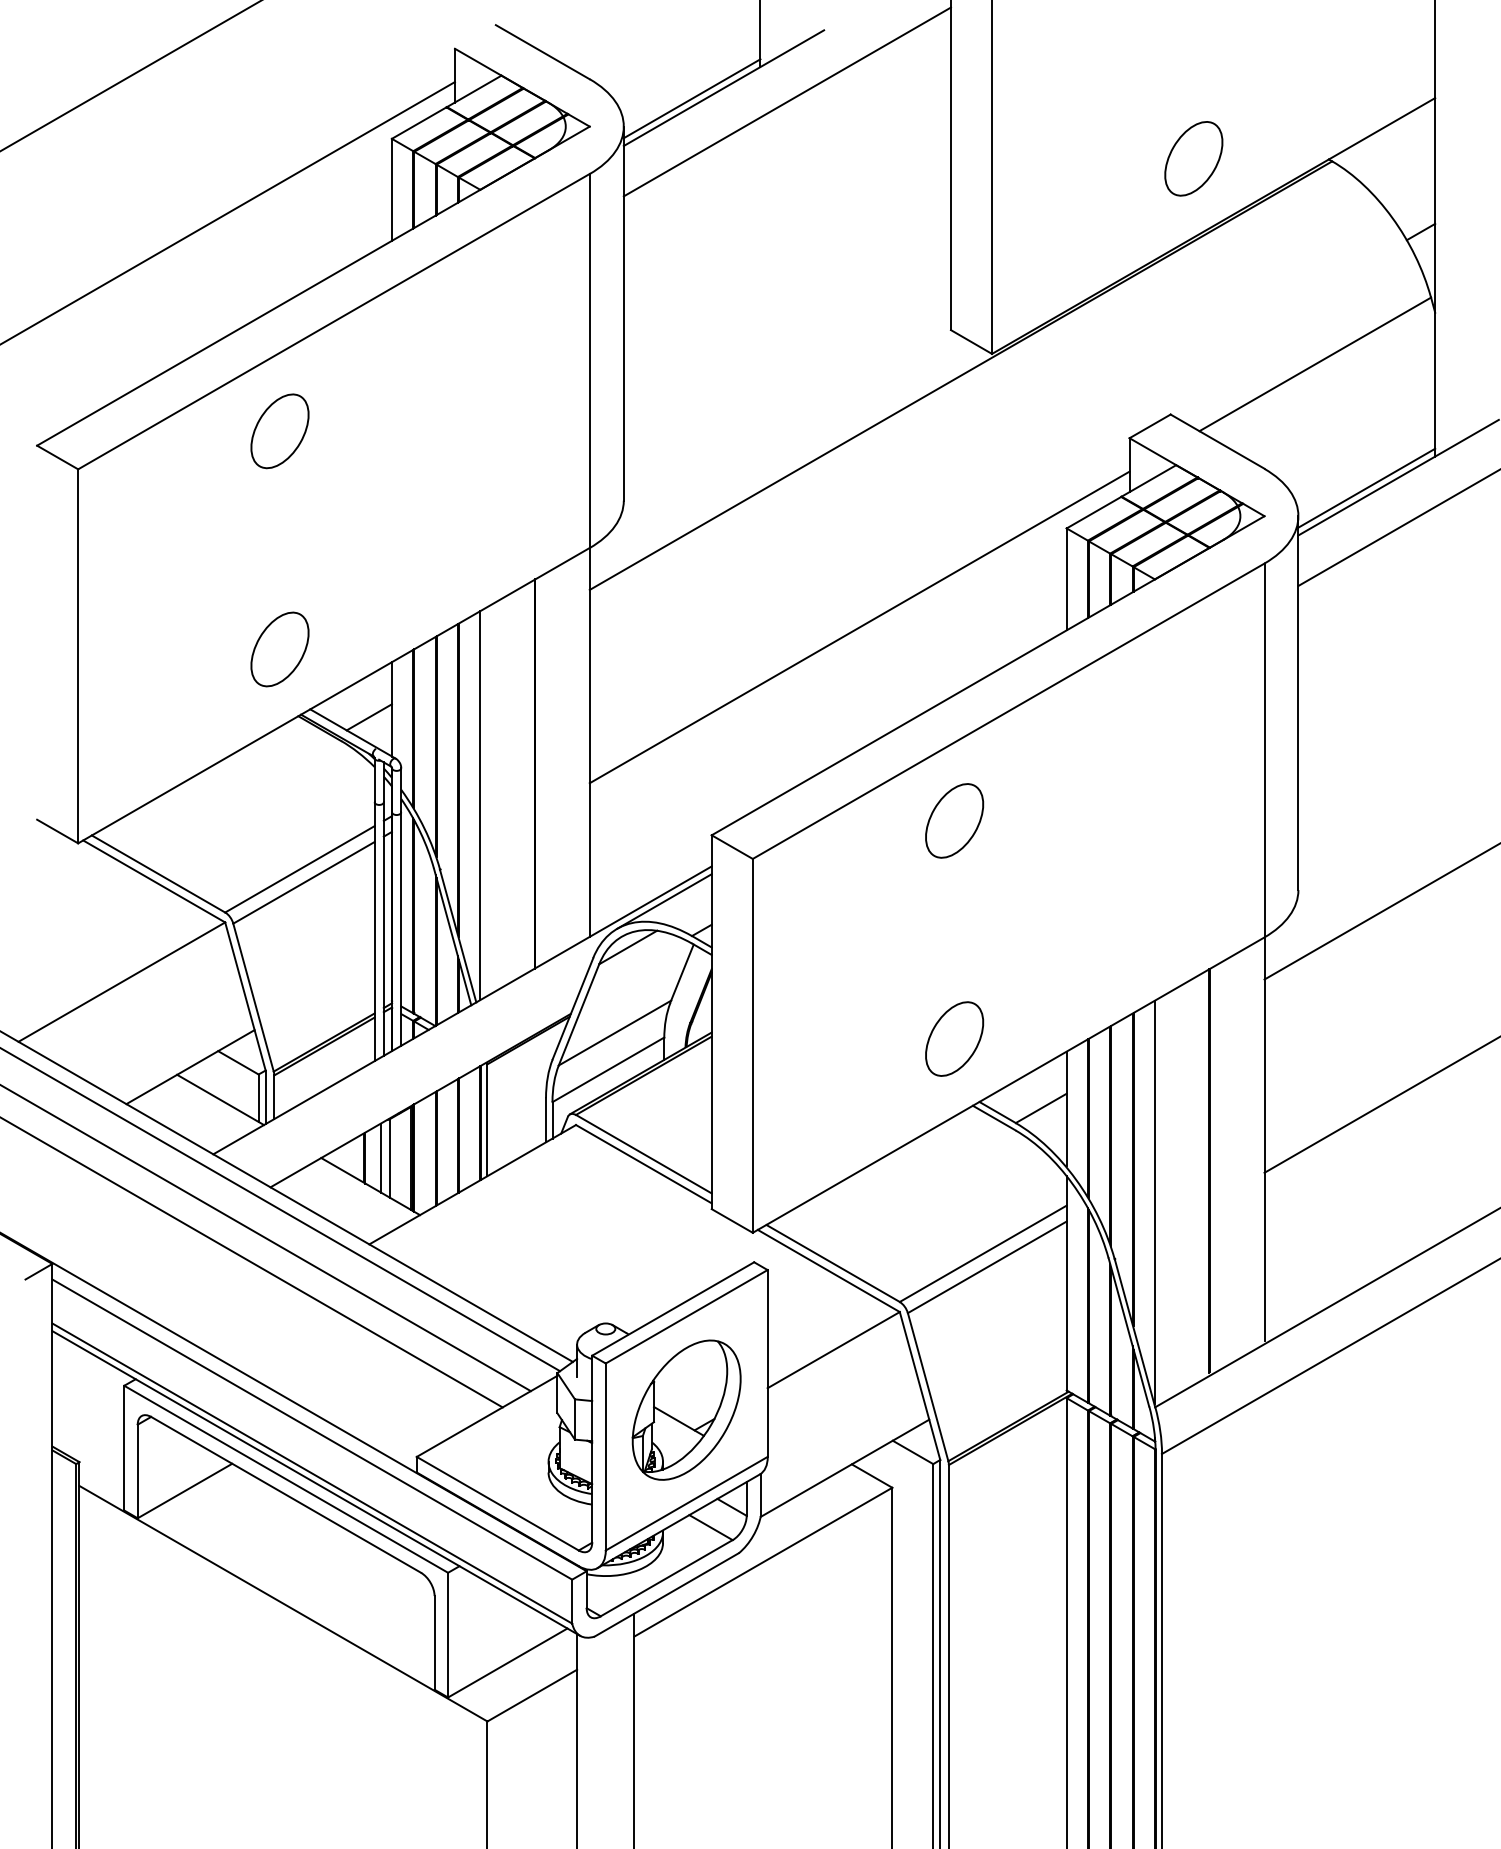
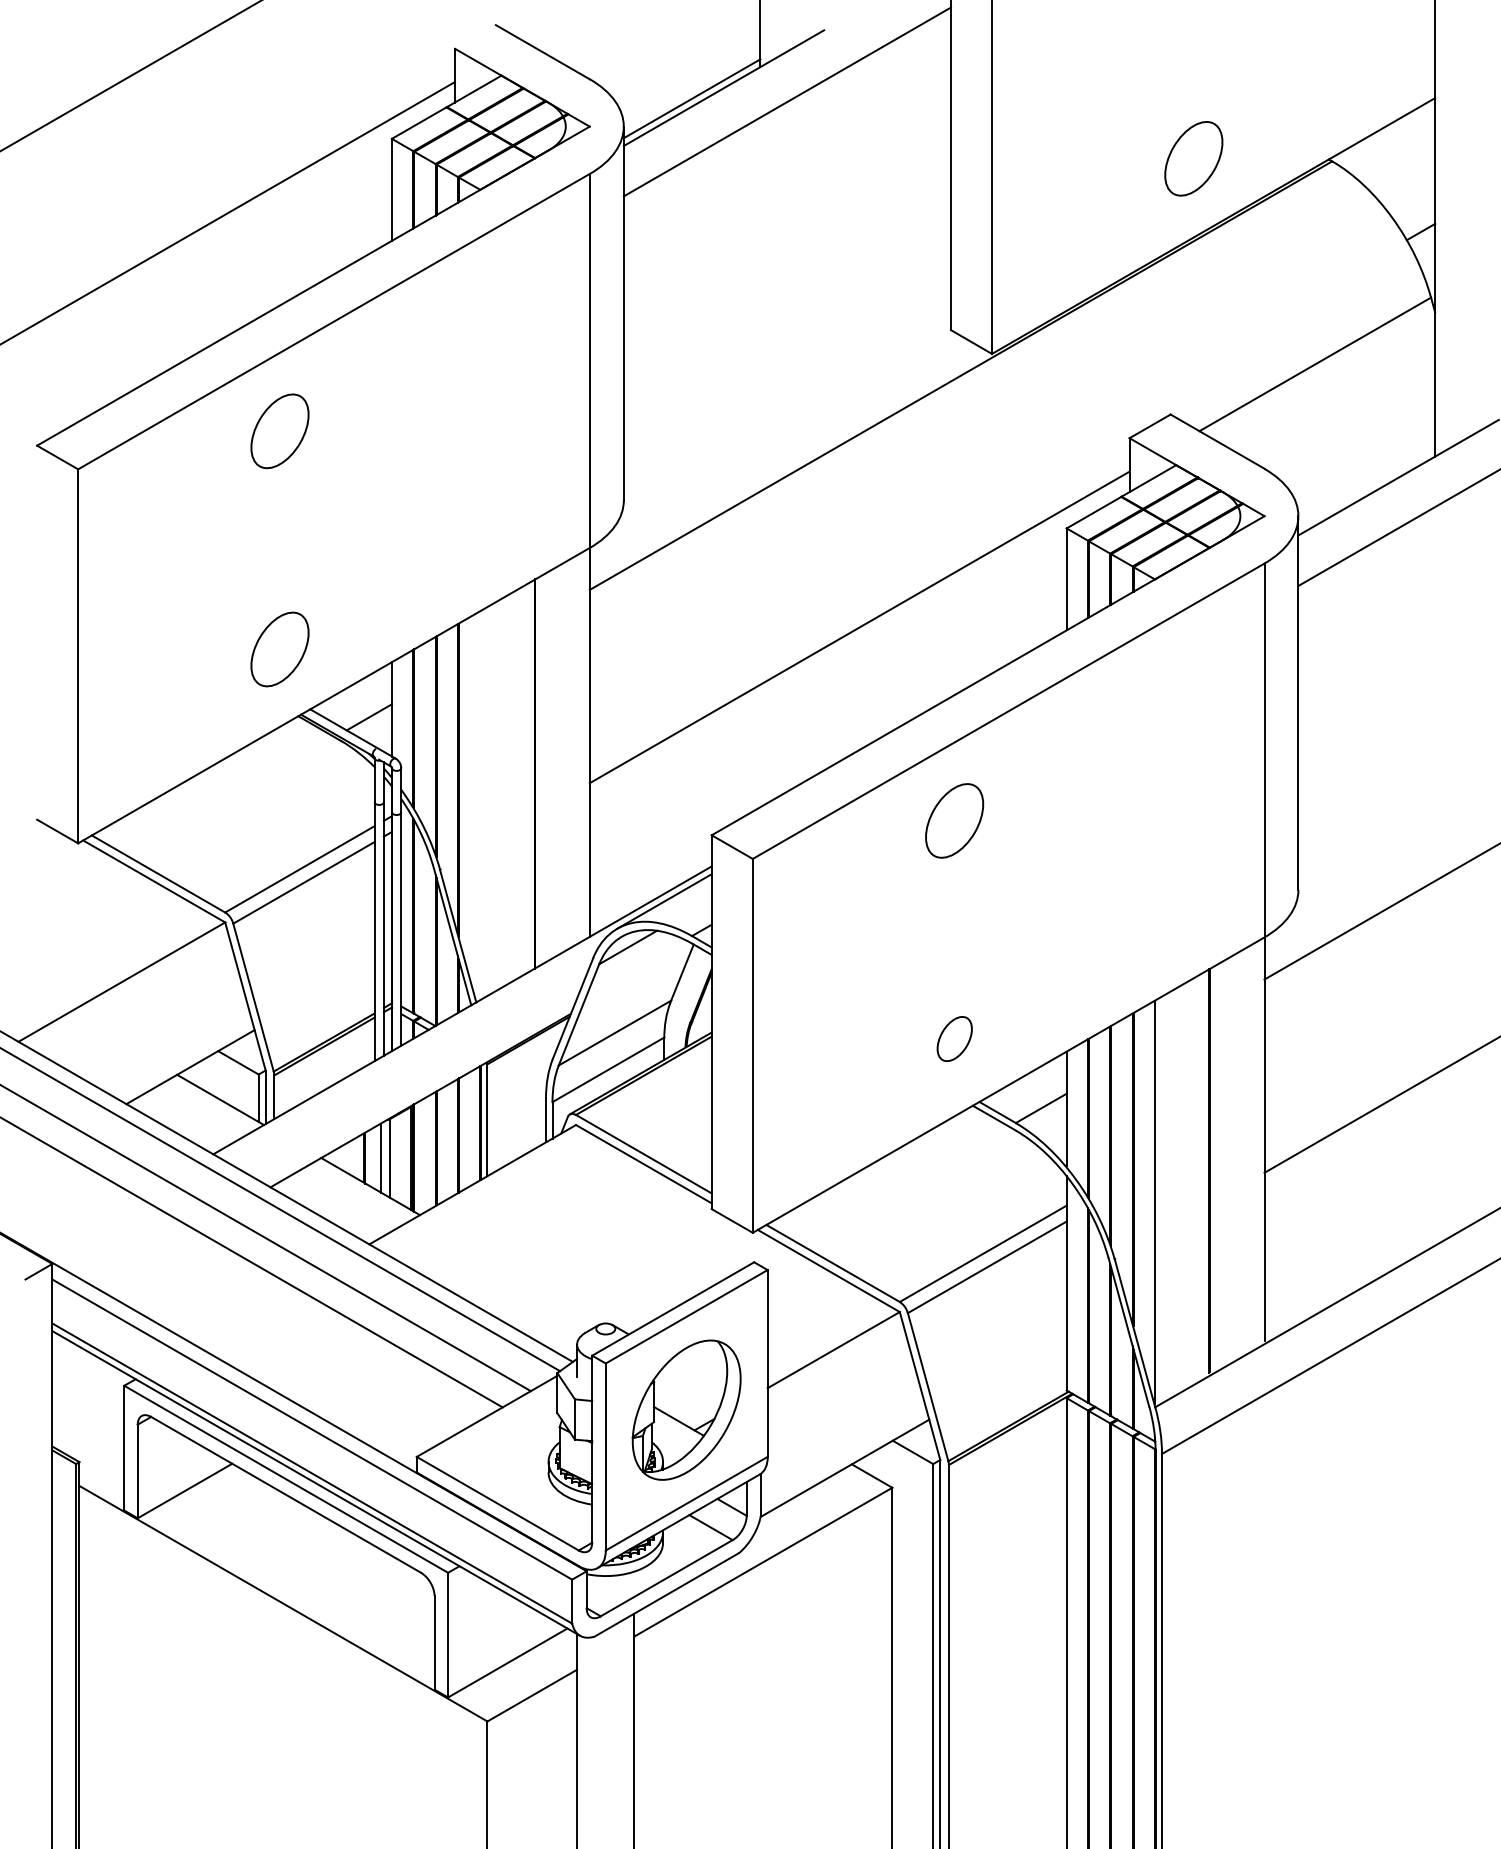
line at (1366, 487): present -> none
line at (480, 805): present -> none
part at (954, 1038) size: 60x76 px -> 37x47 px
